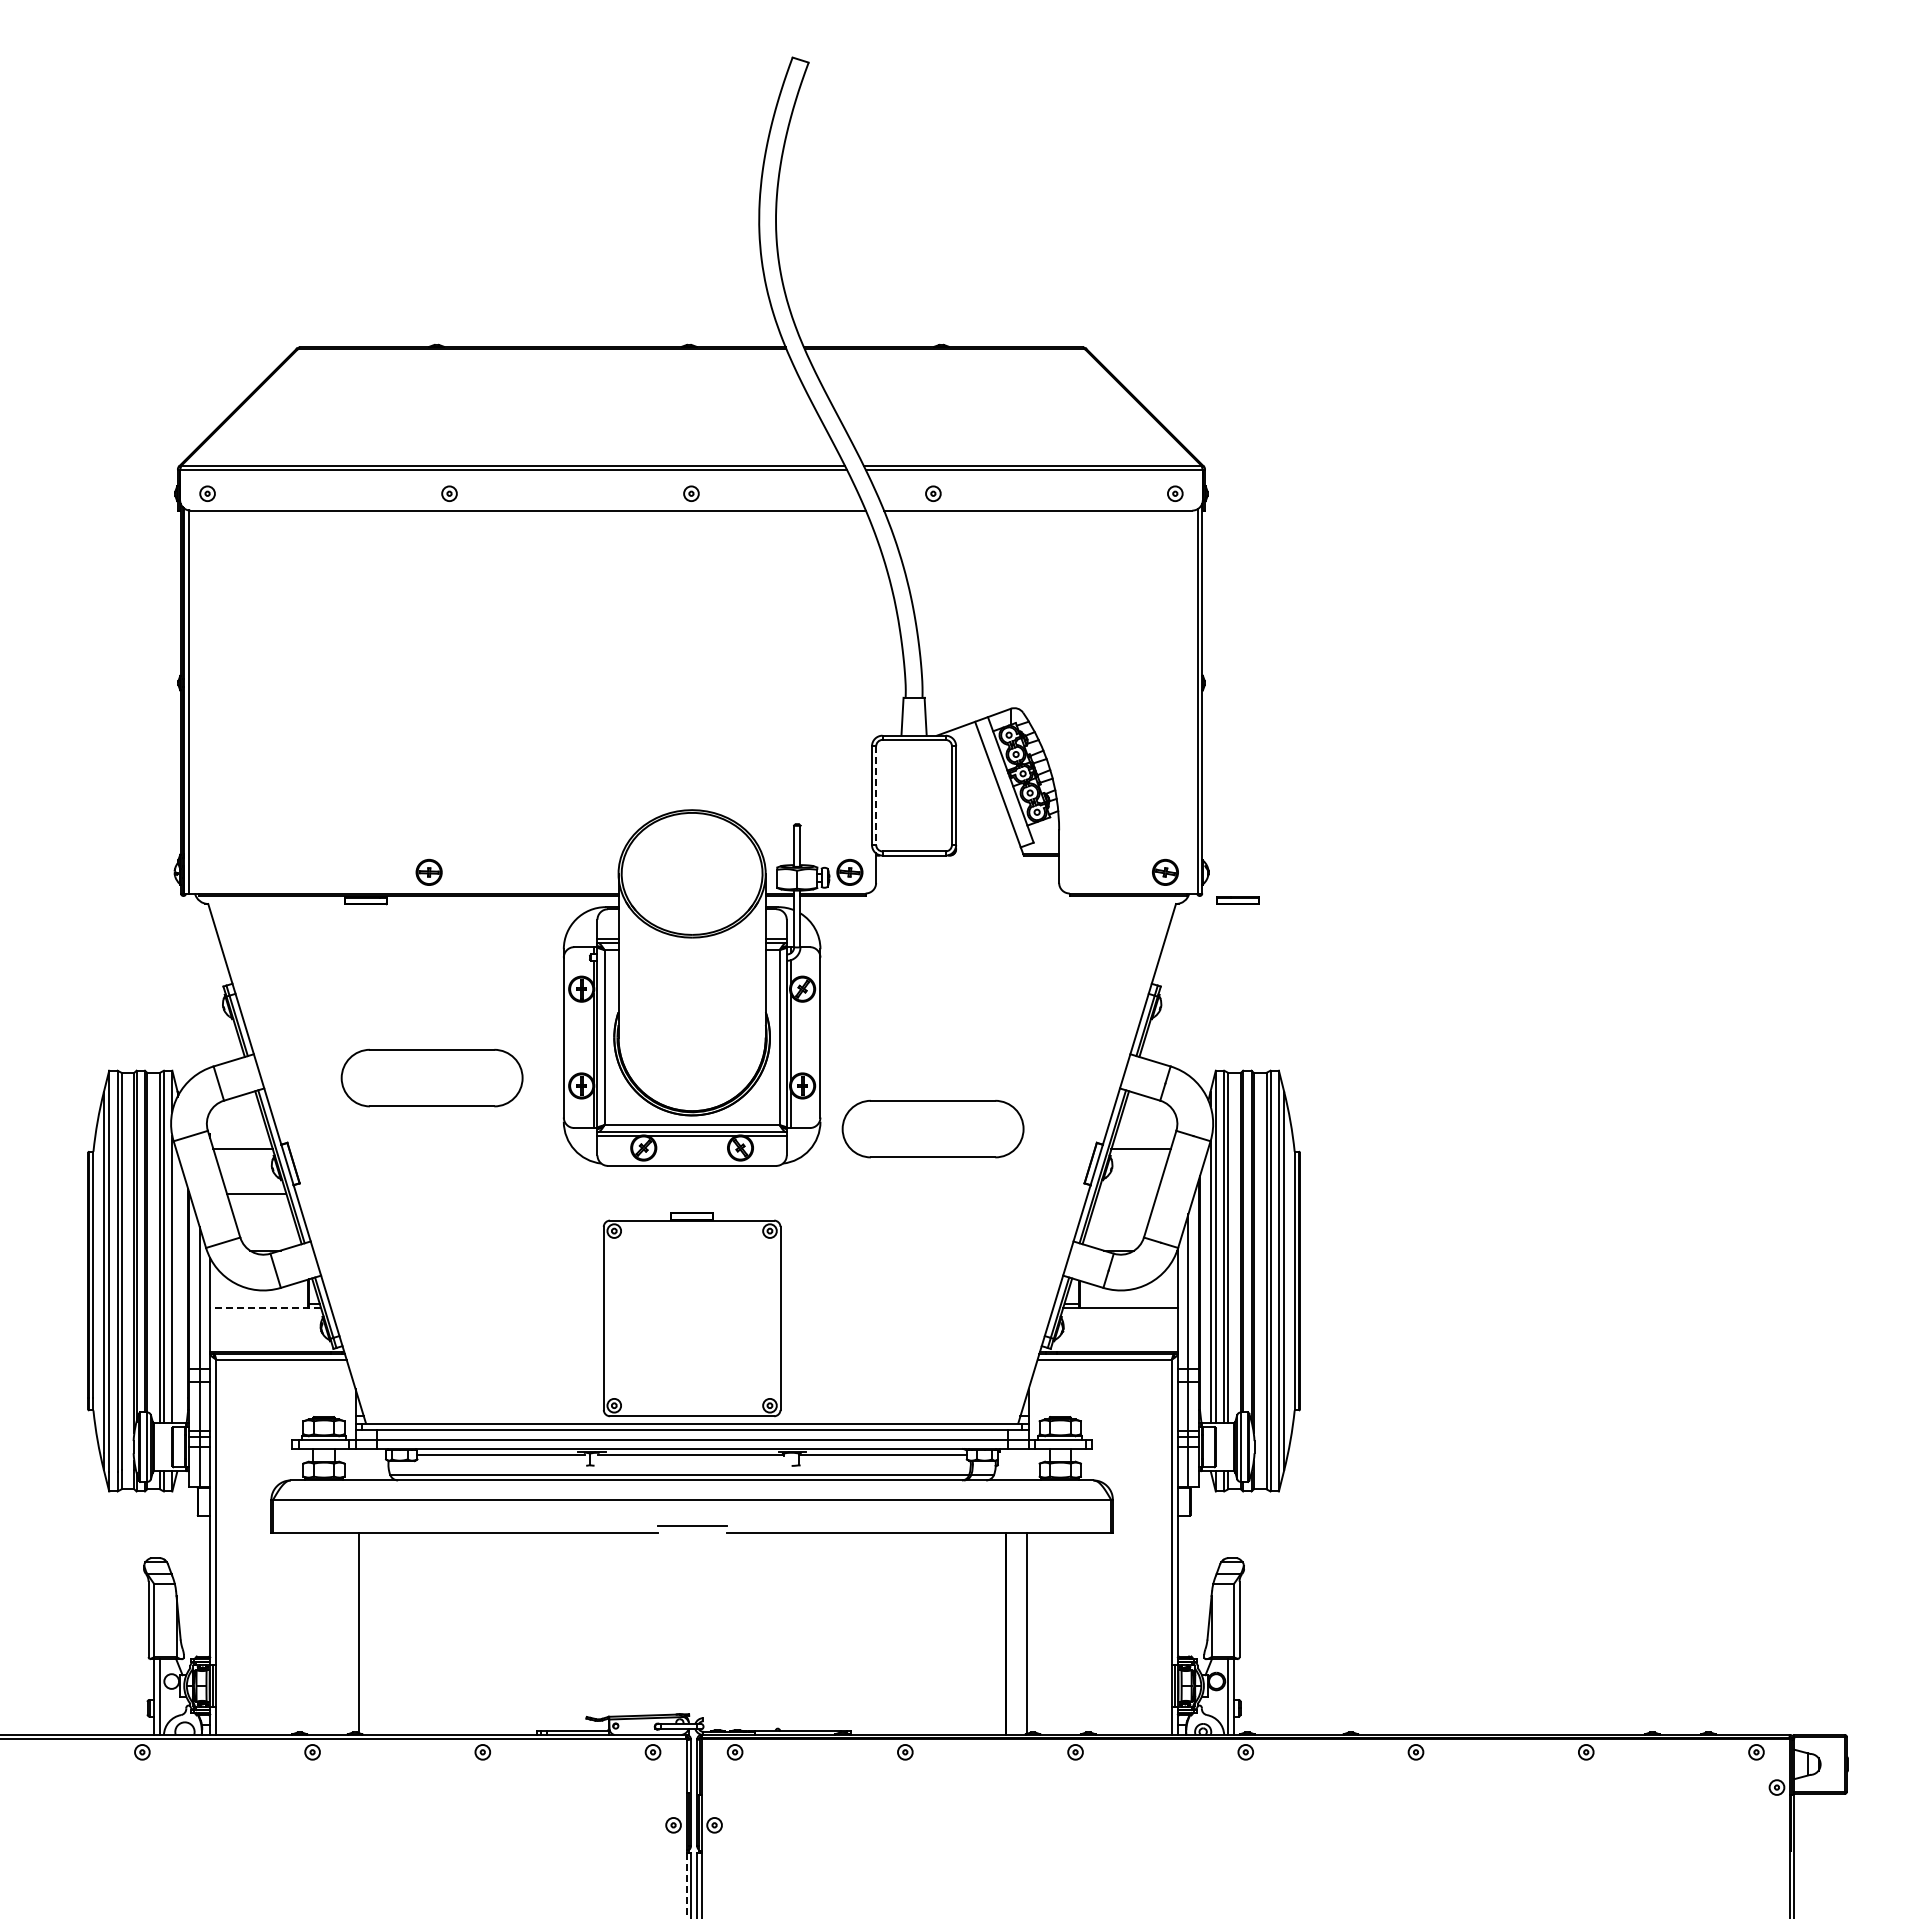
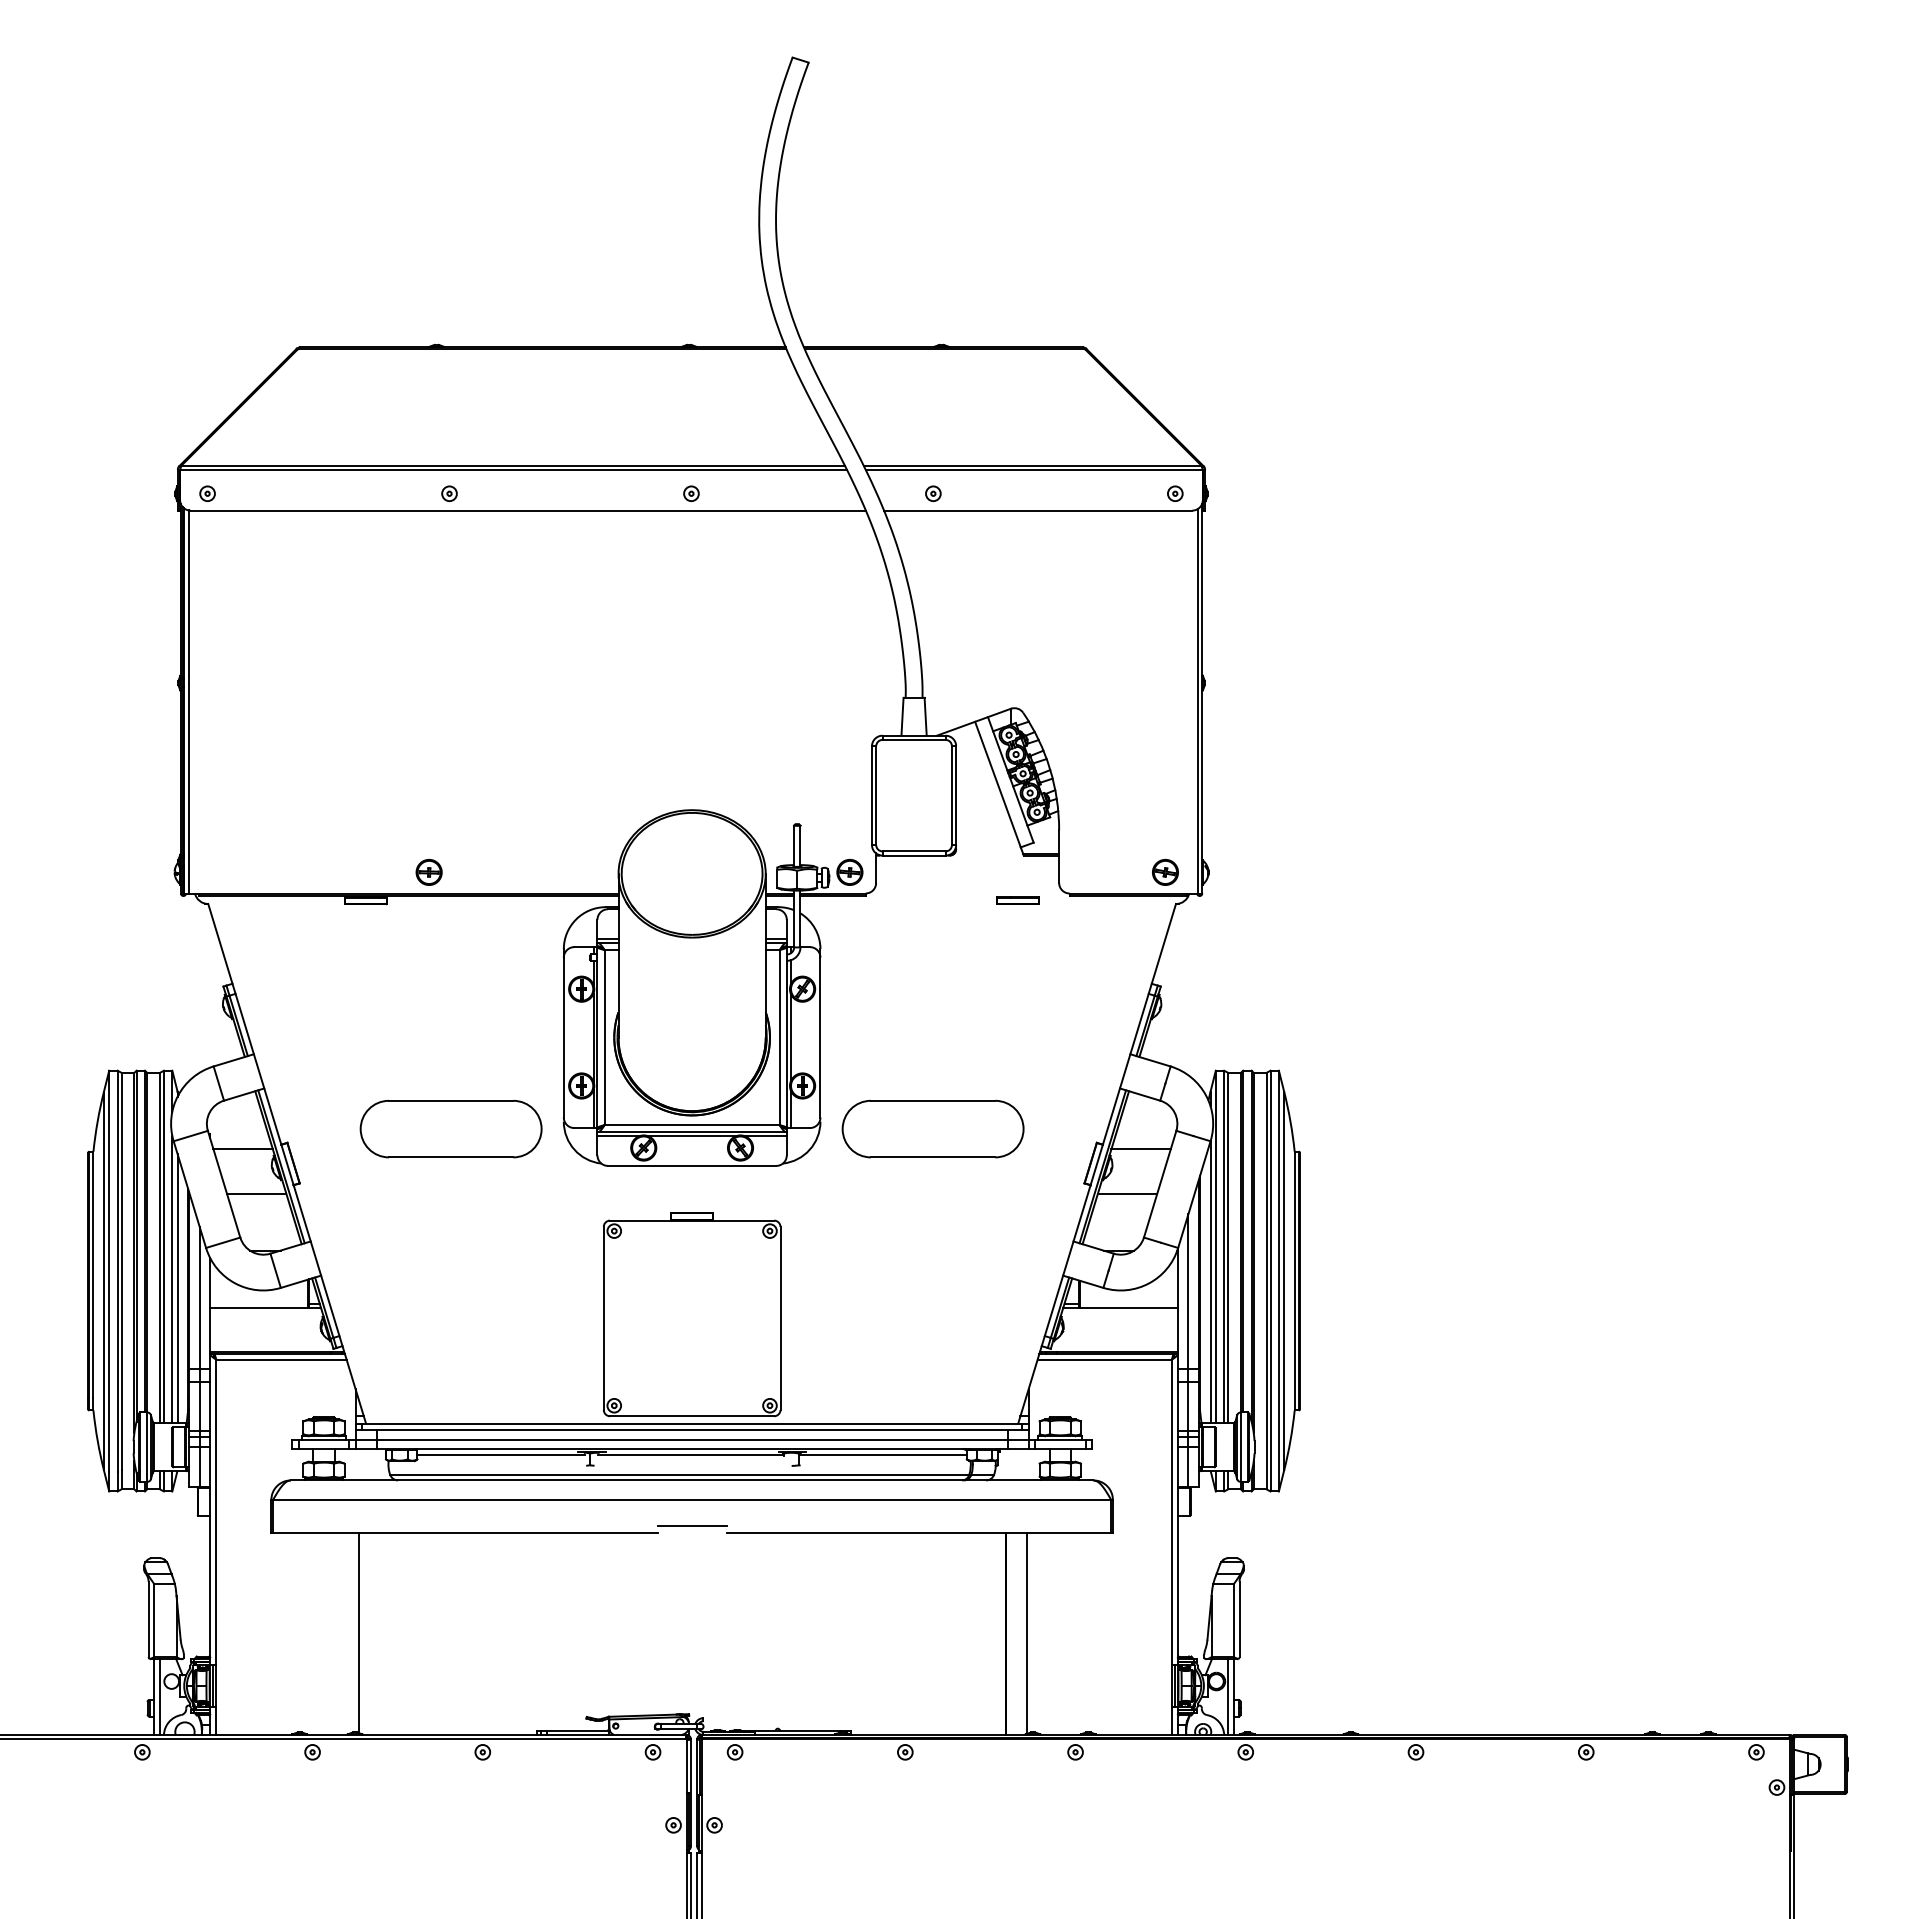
line at (876, 796): dashed -> solid
part at (1237, 900) position: (1237, 900) -> (1017, 900)
part at (431, 1077) position: (431, 1077) -> (450, 1128)
line at (1127, 1194): none -> present
line at (177, 1288): none -> present
line at (265, 1307): dashed -> solid
line at (686, 1885): dashed -> solid
